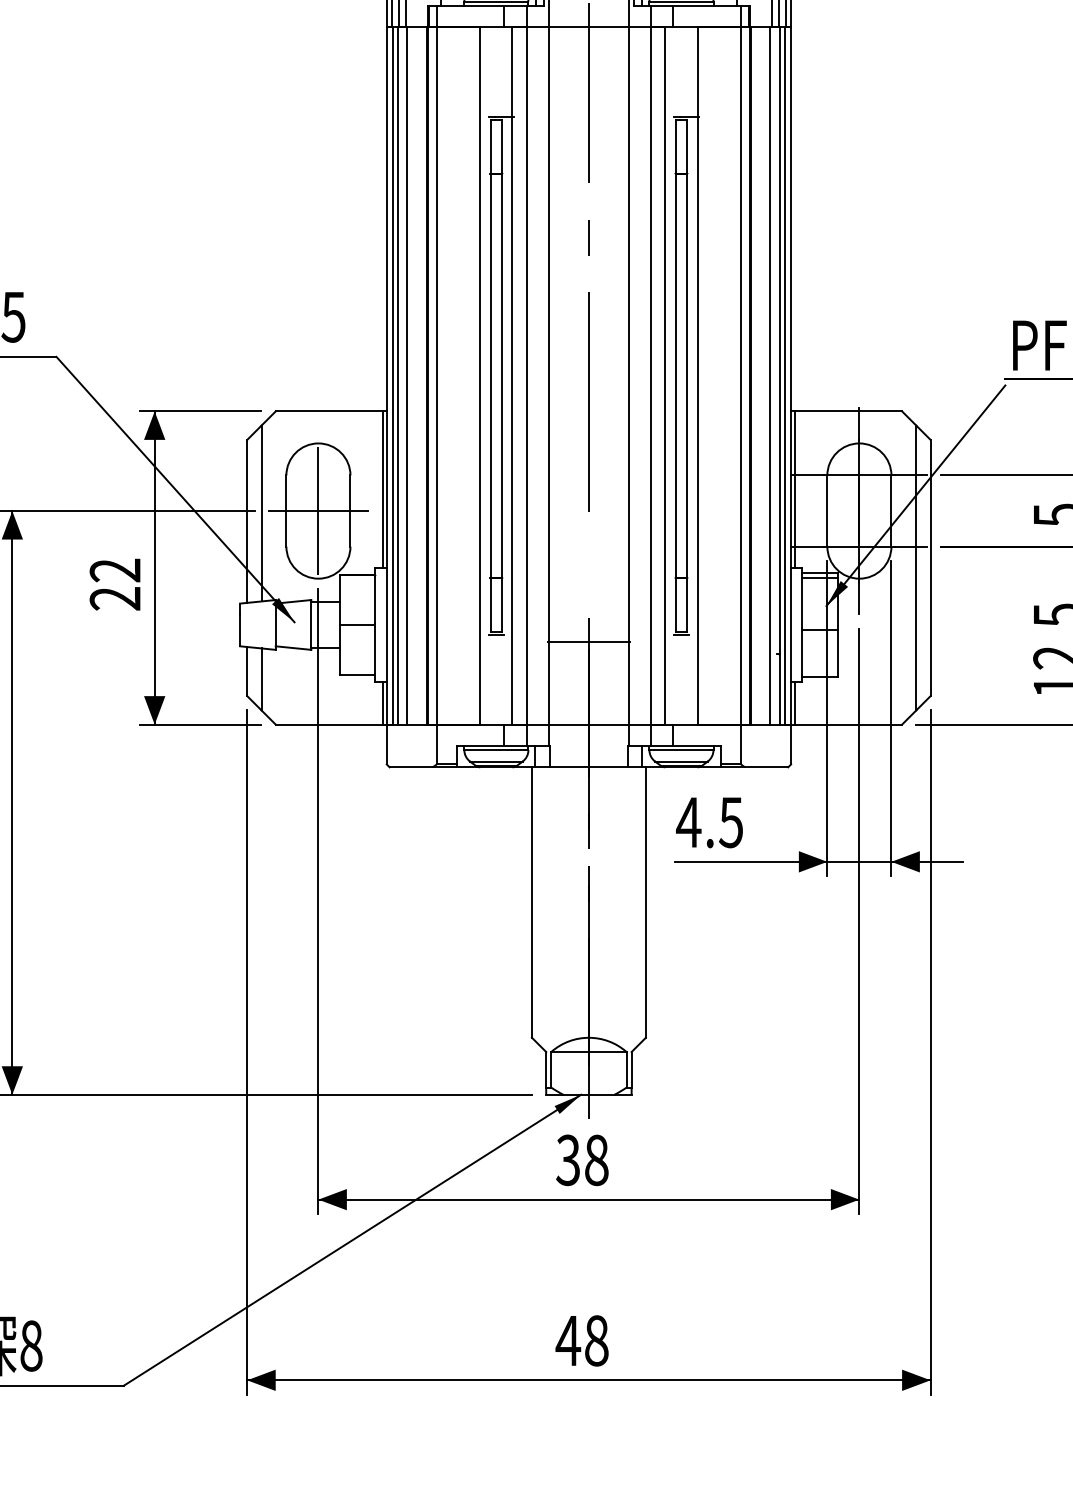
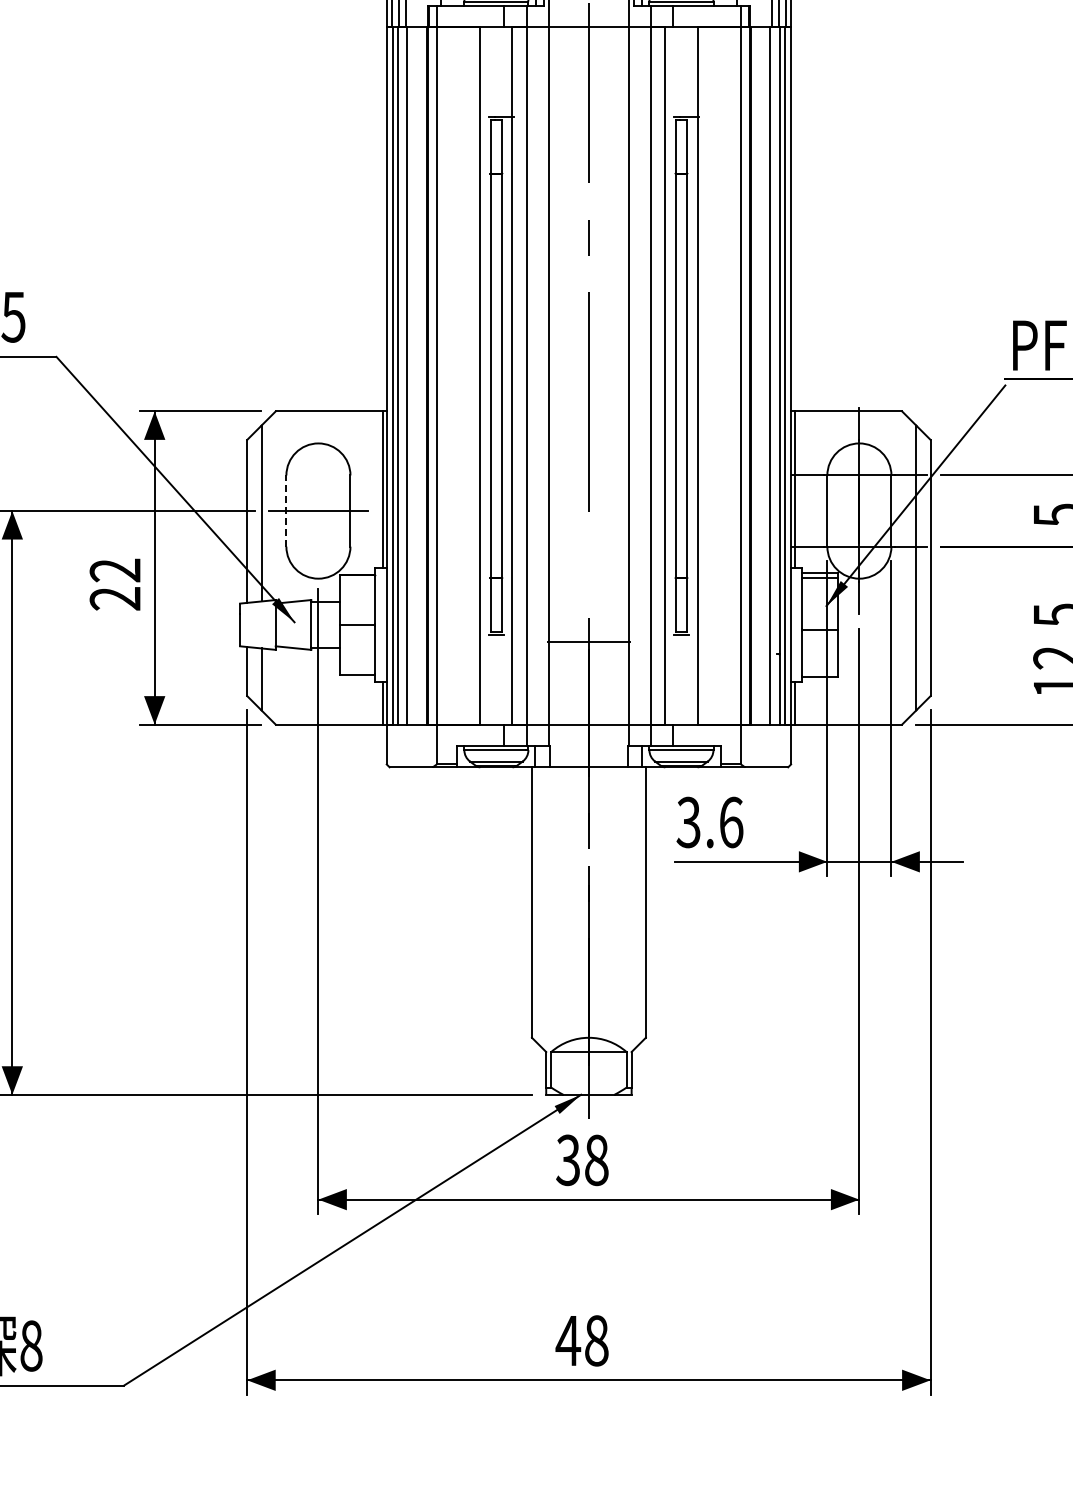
line at (286, 511): solid -> dashed
line at (318, 511): present -> none
text at (709, 822): 4.5 -> 3.6
